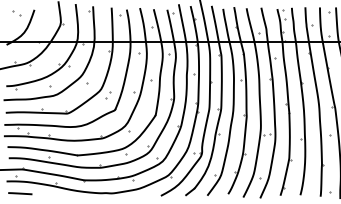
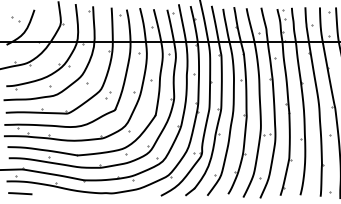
part at (16, 13) position: (16, 13) -> (15, 19)
